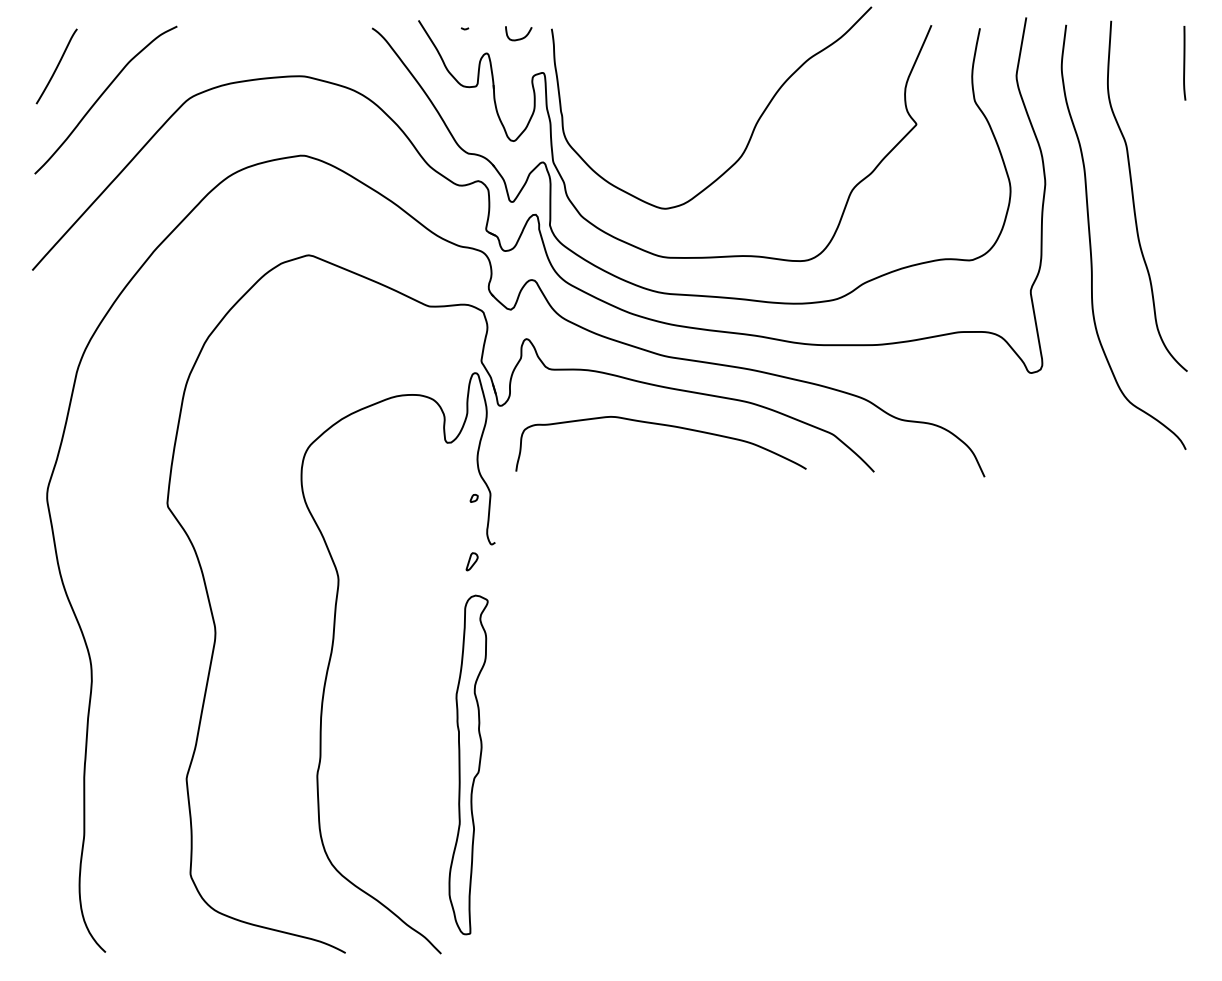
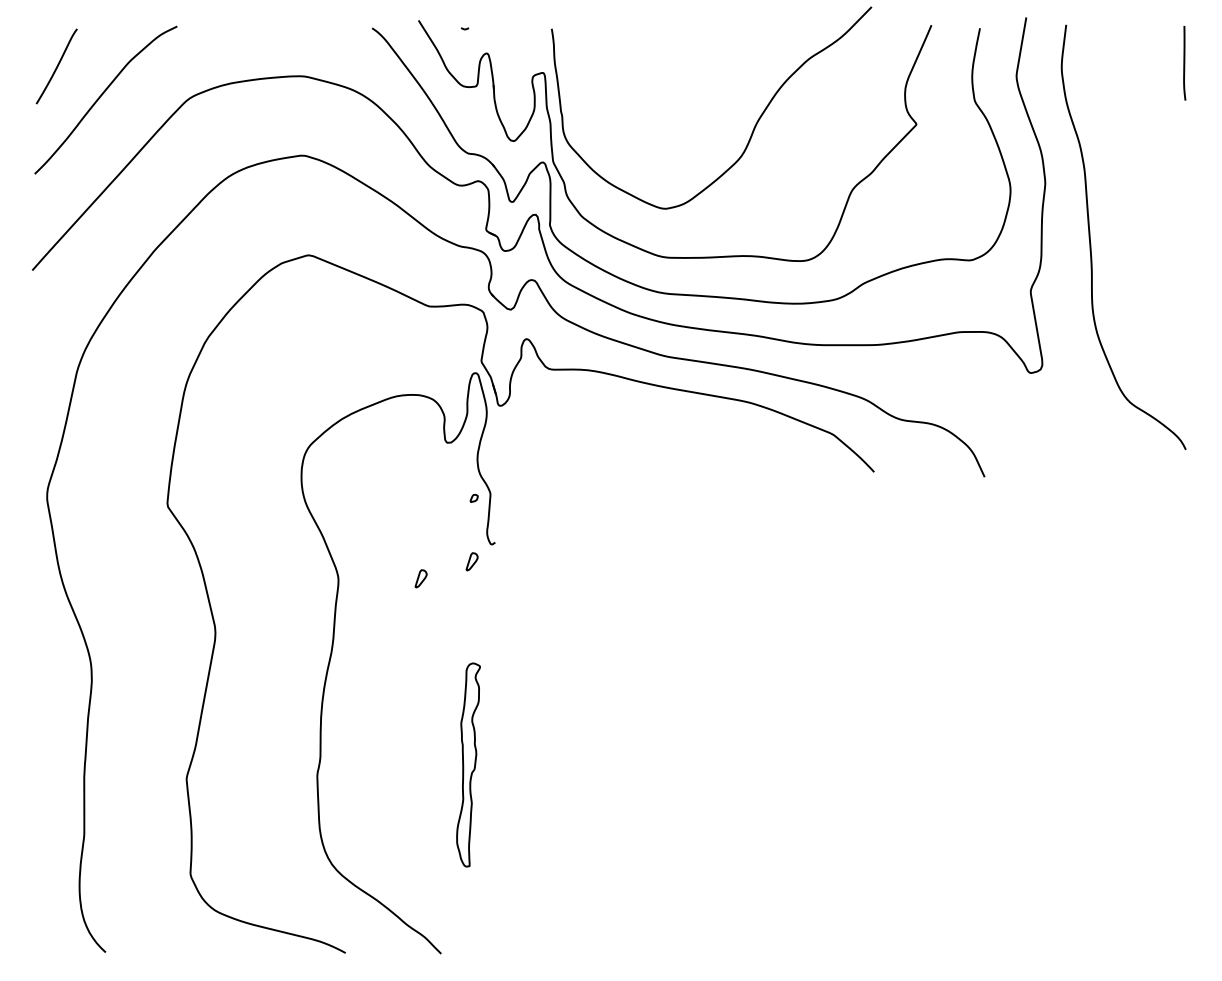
curve at (518, 38): present -> none
curve at (1134, 199): present -> none
curve at (660, 425): present -> none
part at (420, 578): none -> present
part at (468, 764) size: 41x342 px -> 25x206 px
